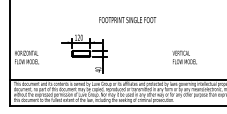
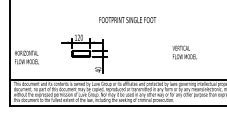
text at (184, 57) position: (184, 57) -> (184, 52)
